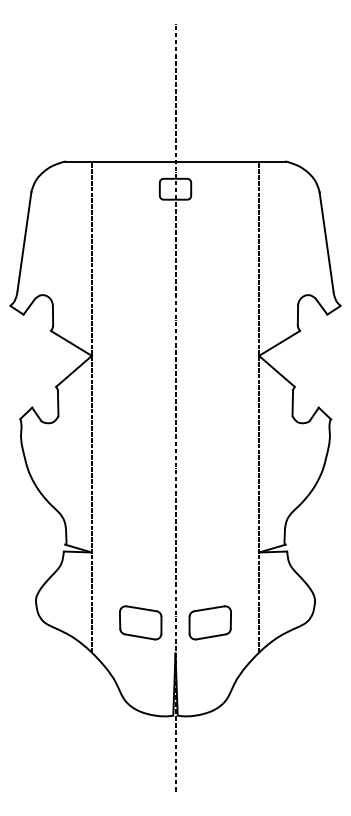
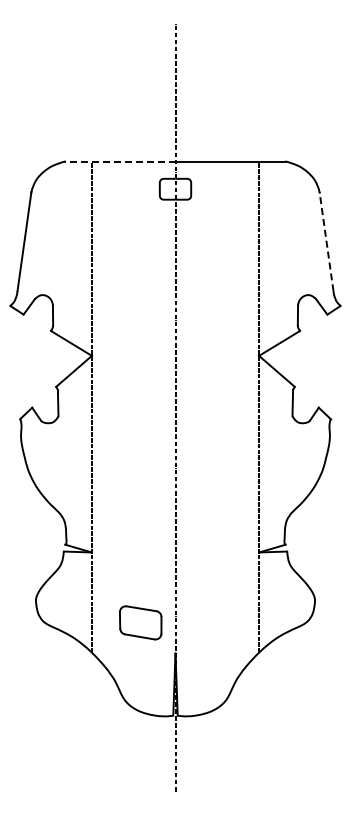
line at (119, 161): solid -> dashed
line at (326, 241): solid -> dashed
part at (209, 622): present -> none
